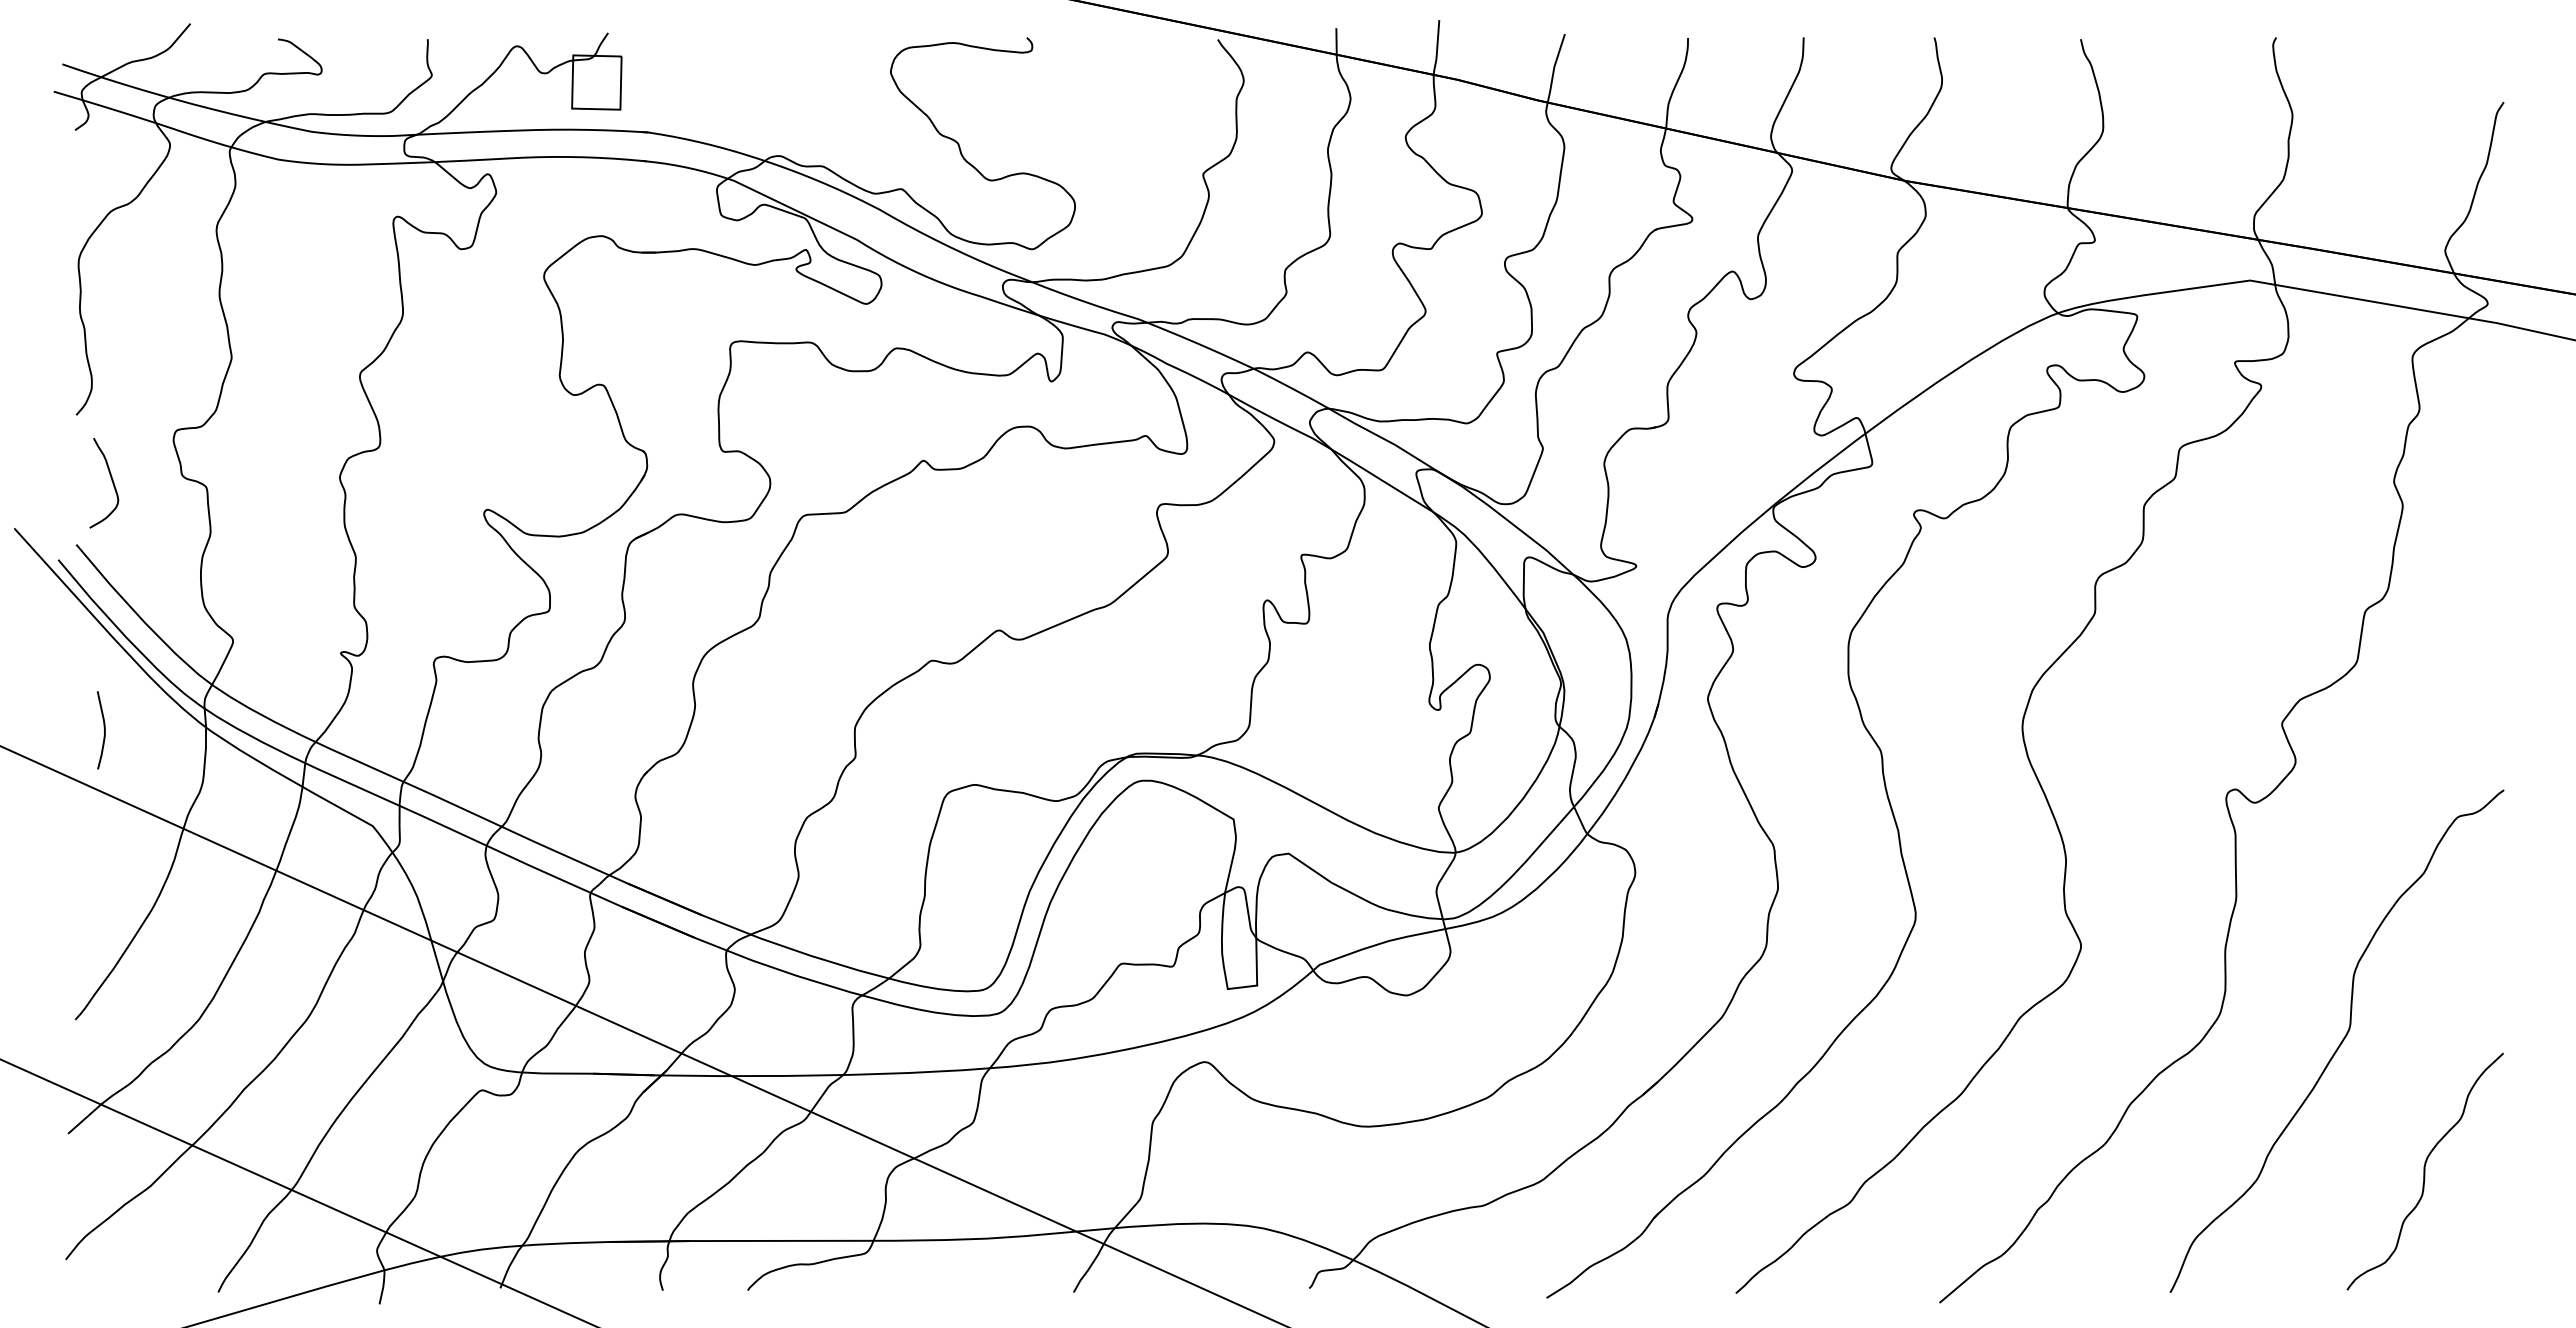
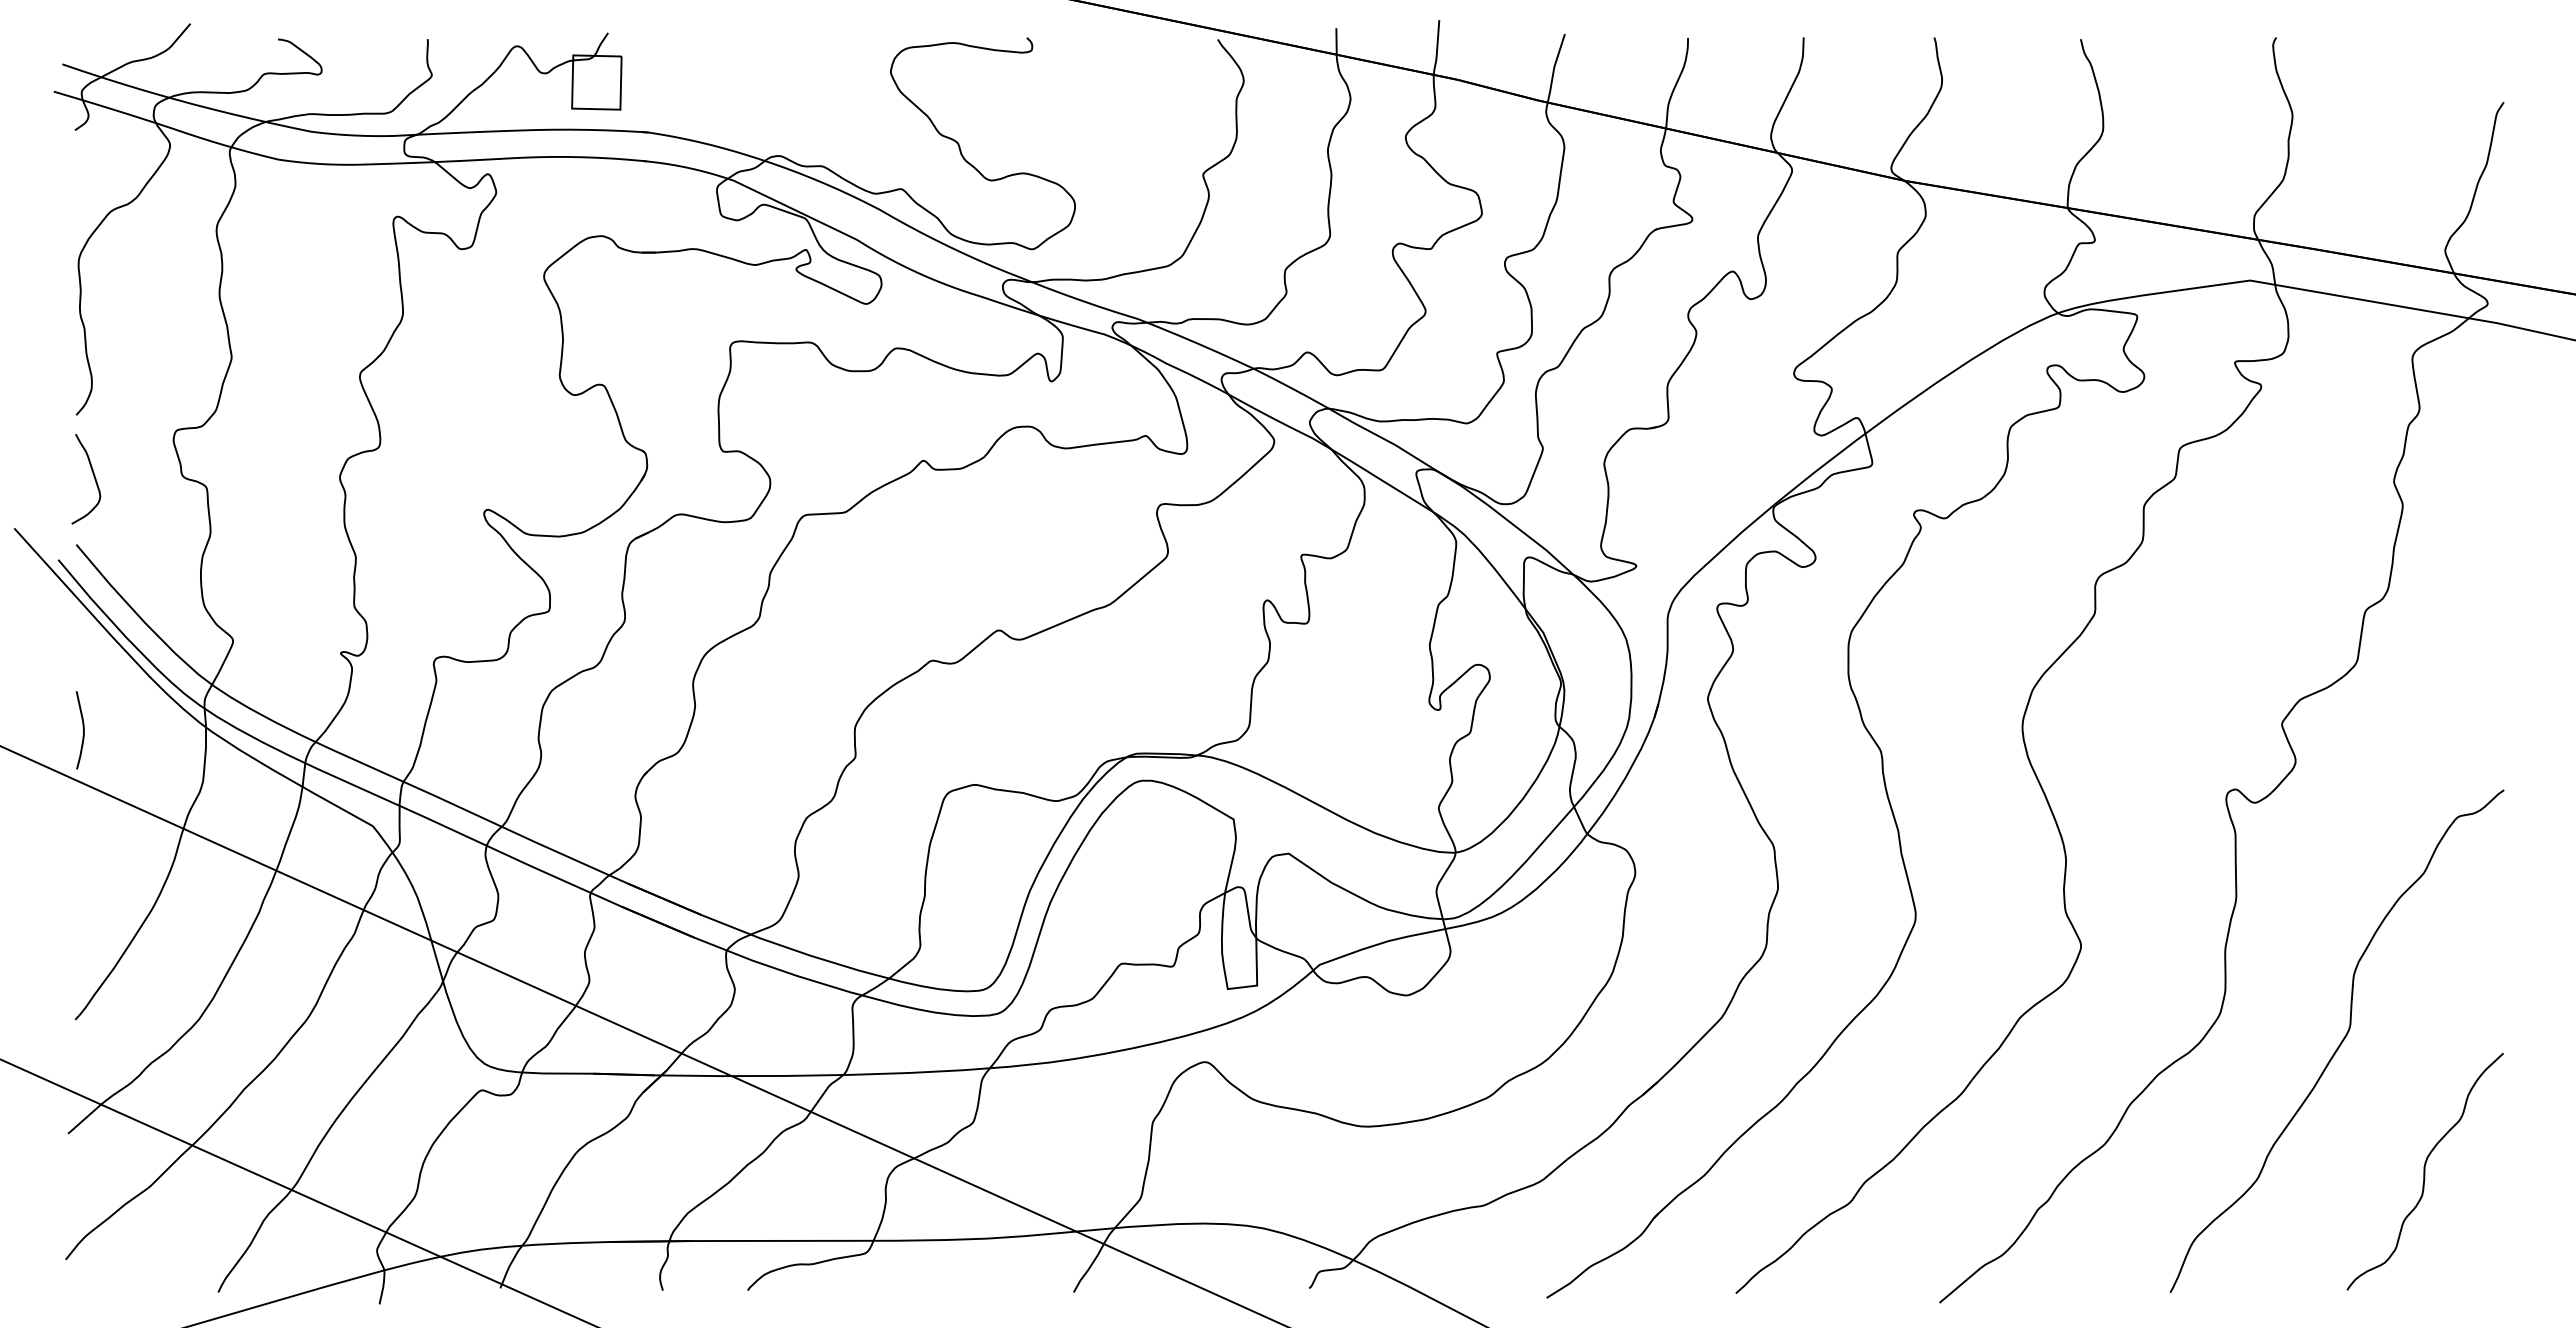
curve at (111, 480) position: (111, 480) -> (93, 476)
curve at (104, 730) position: (104, 730) -> (83, 730)
